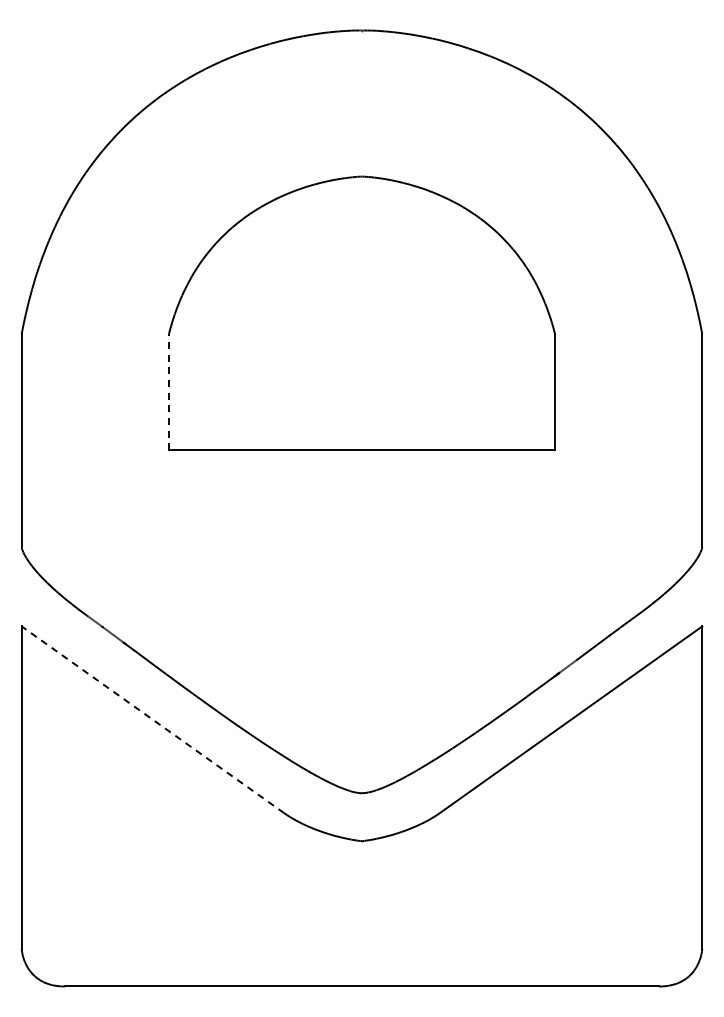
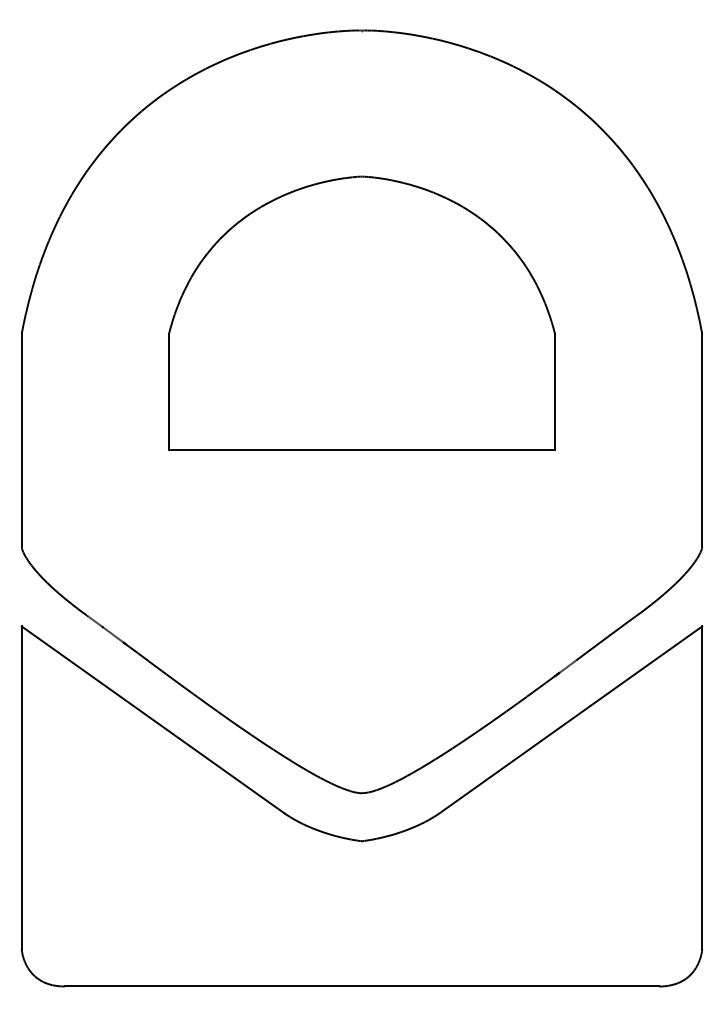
line at (169, 391): dashed -> solid
line at (152, 719): dashed -> solid
